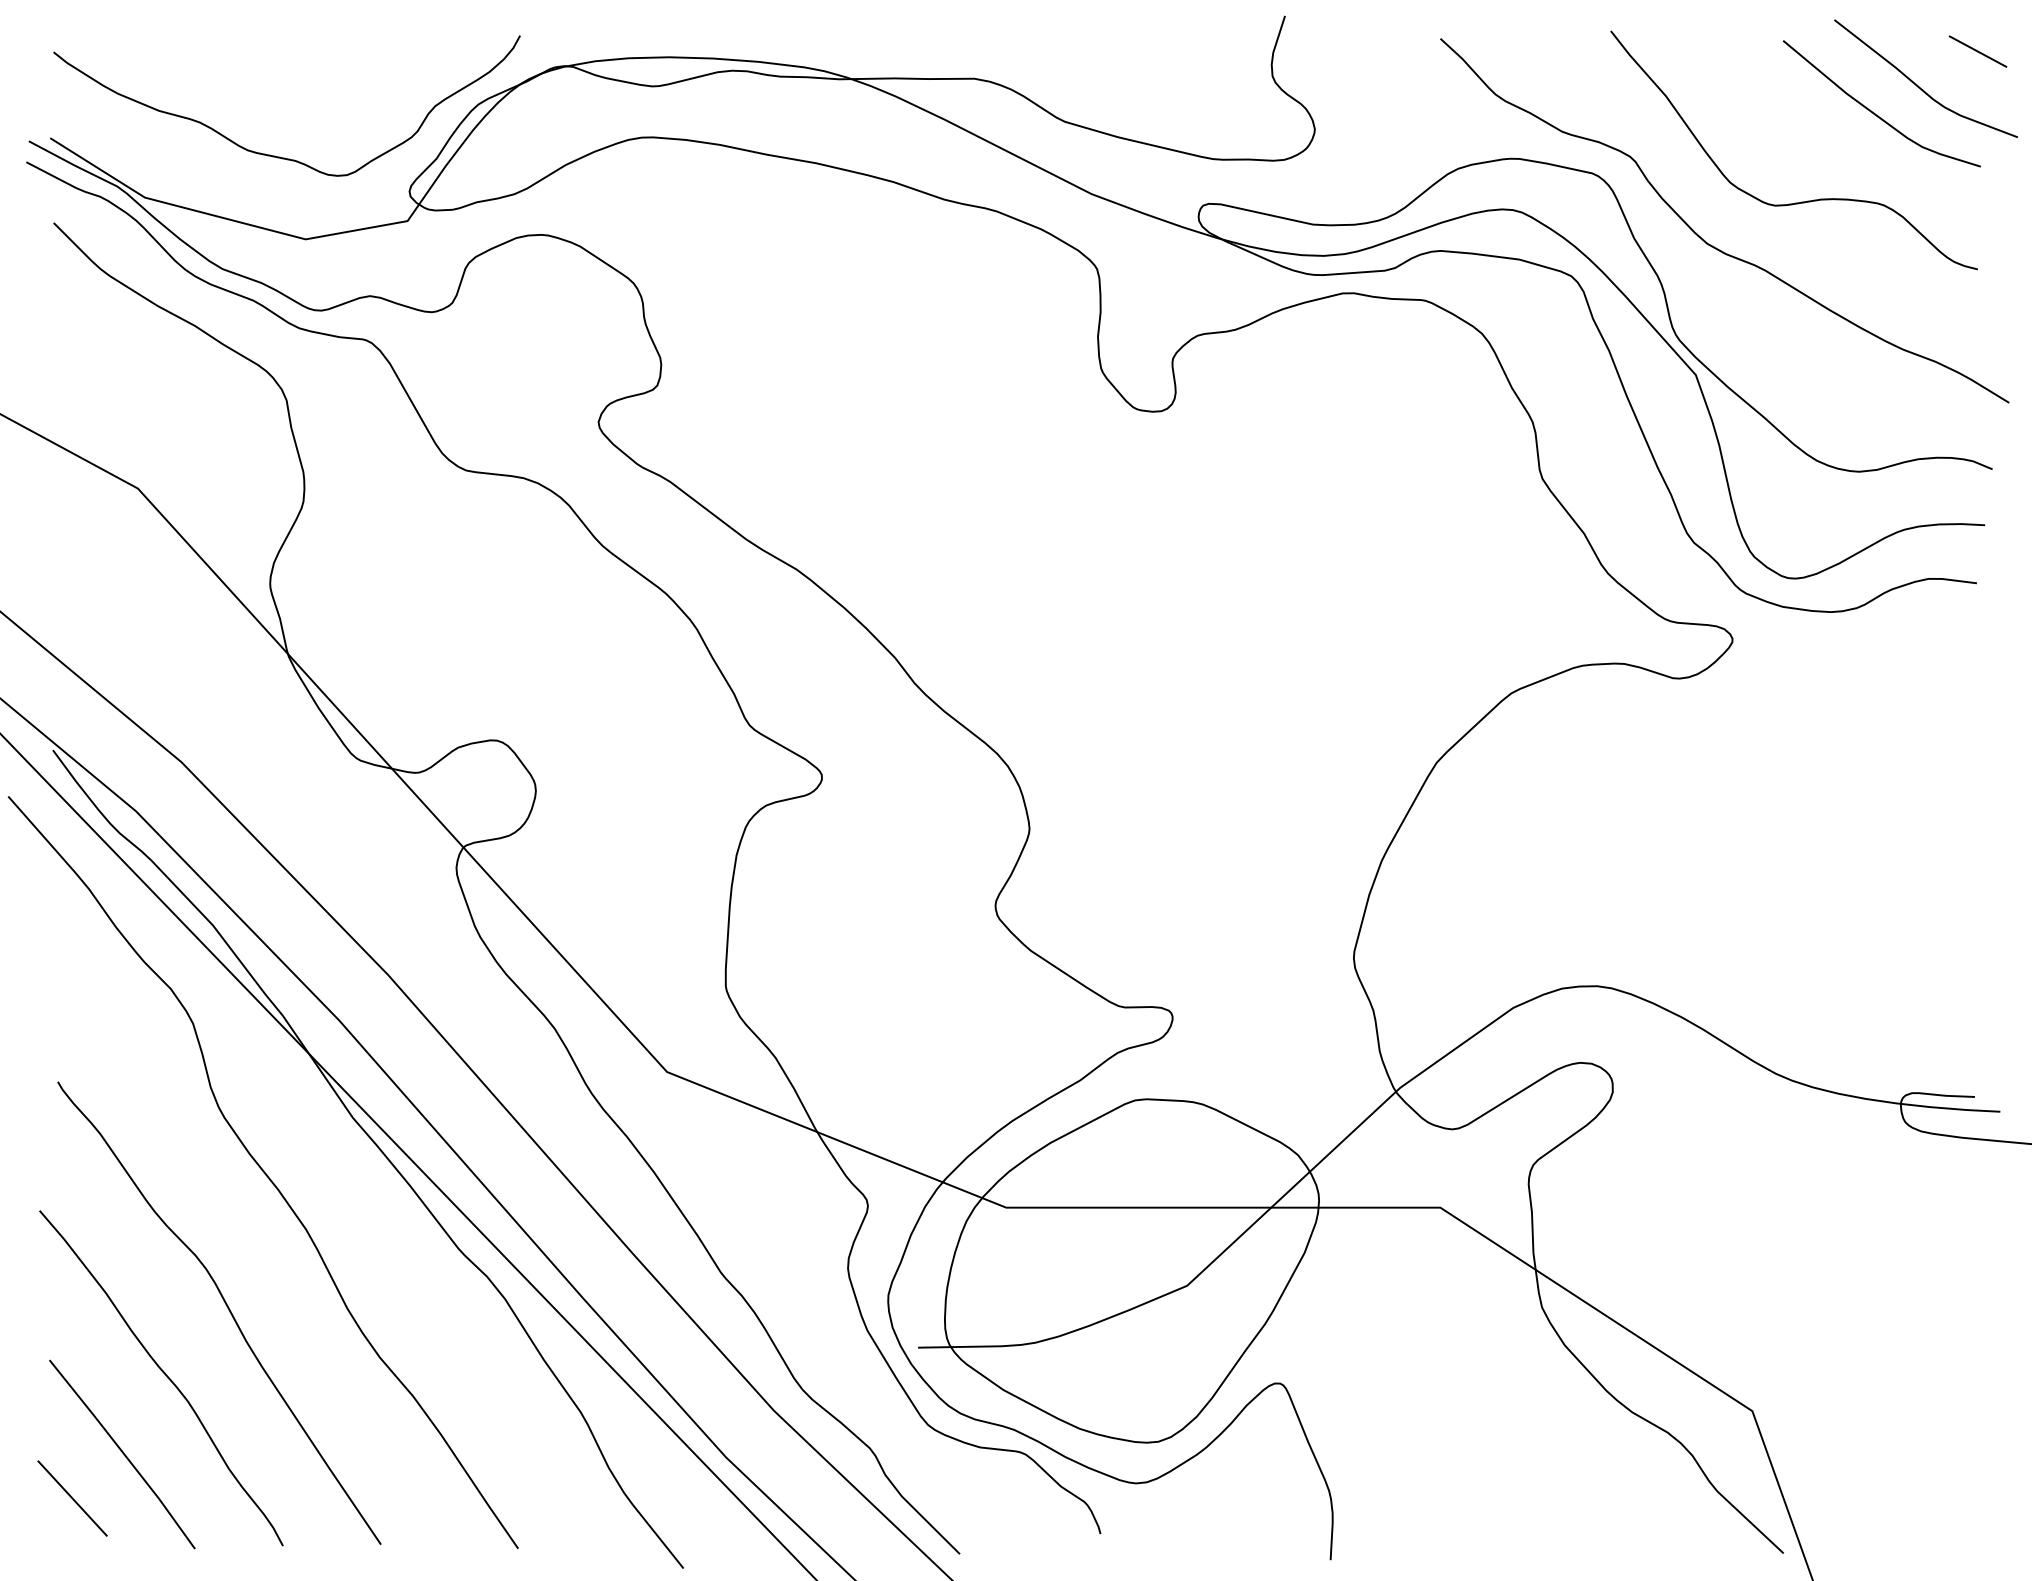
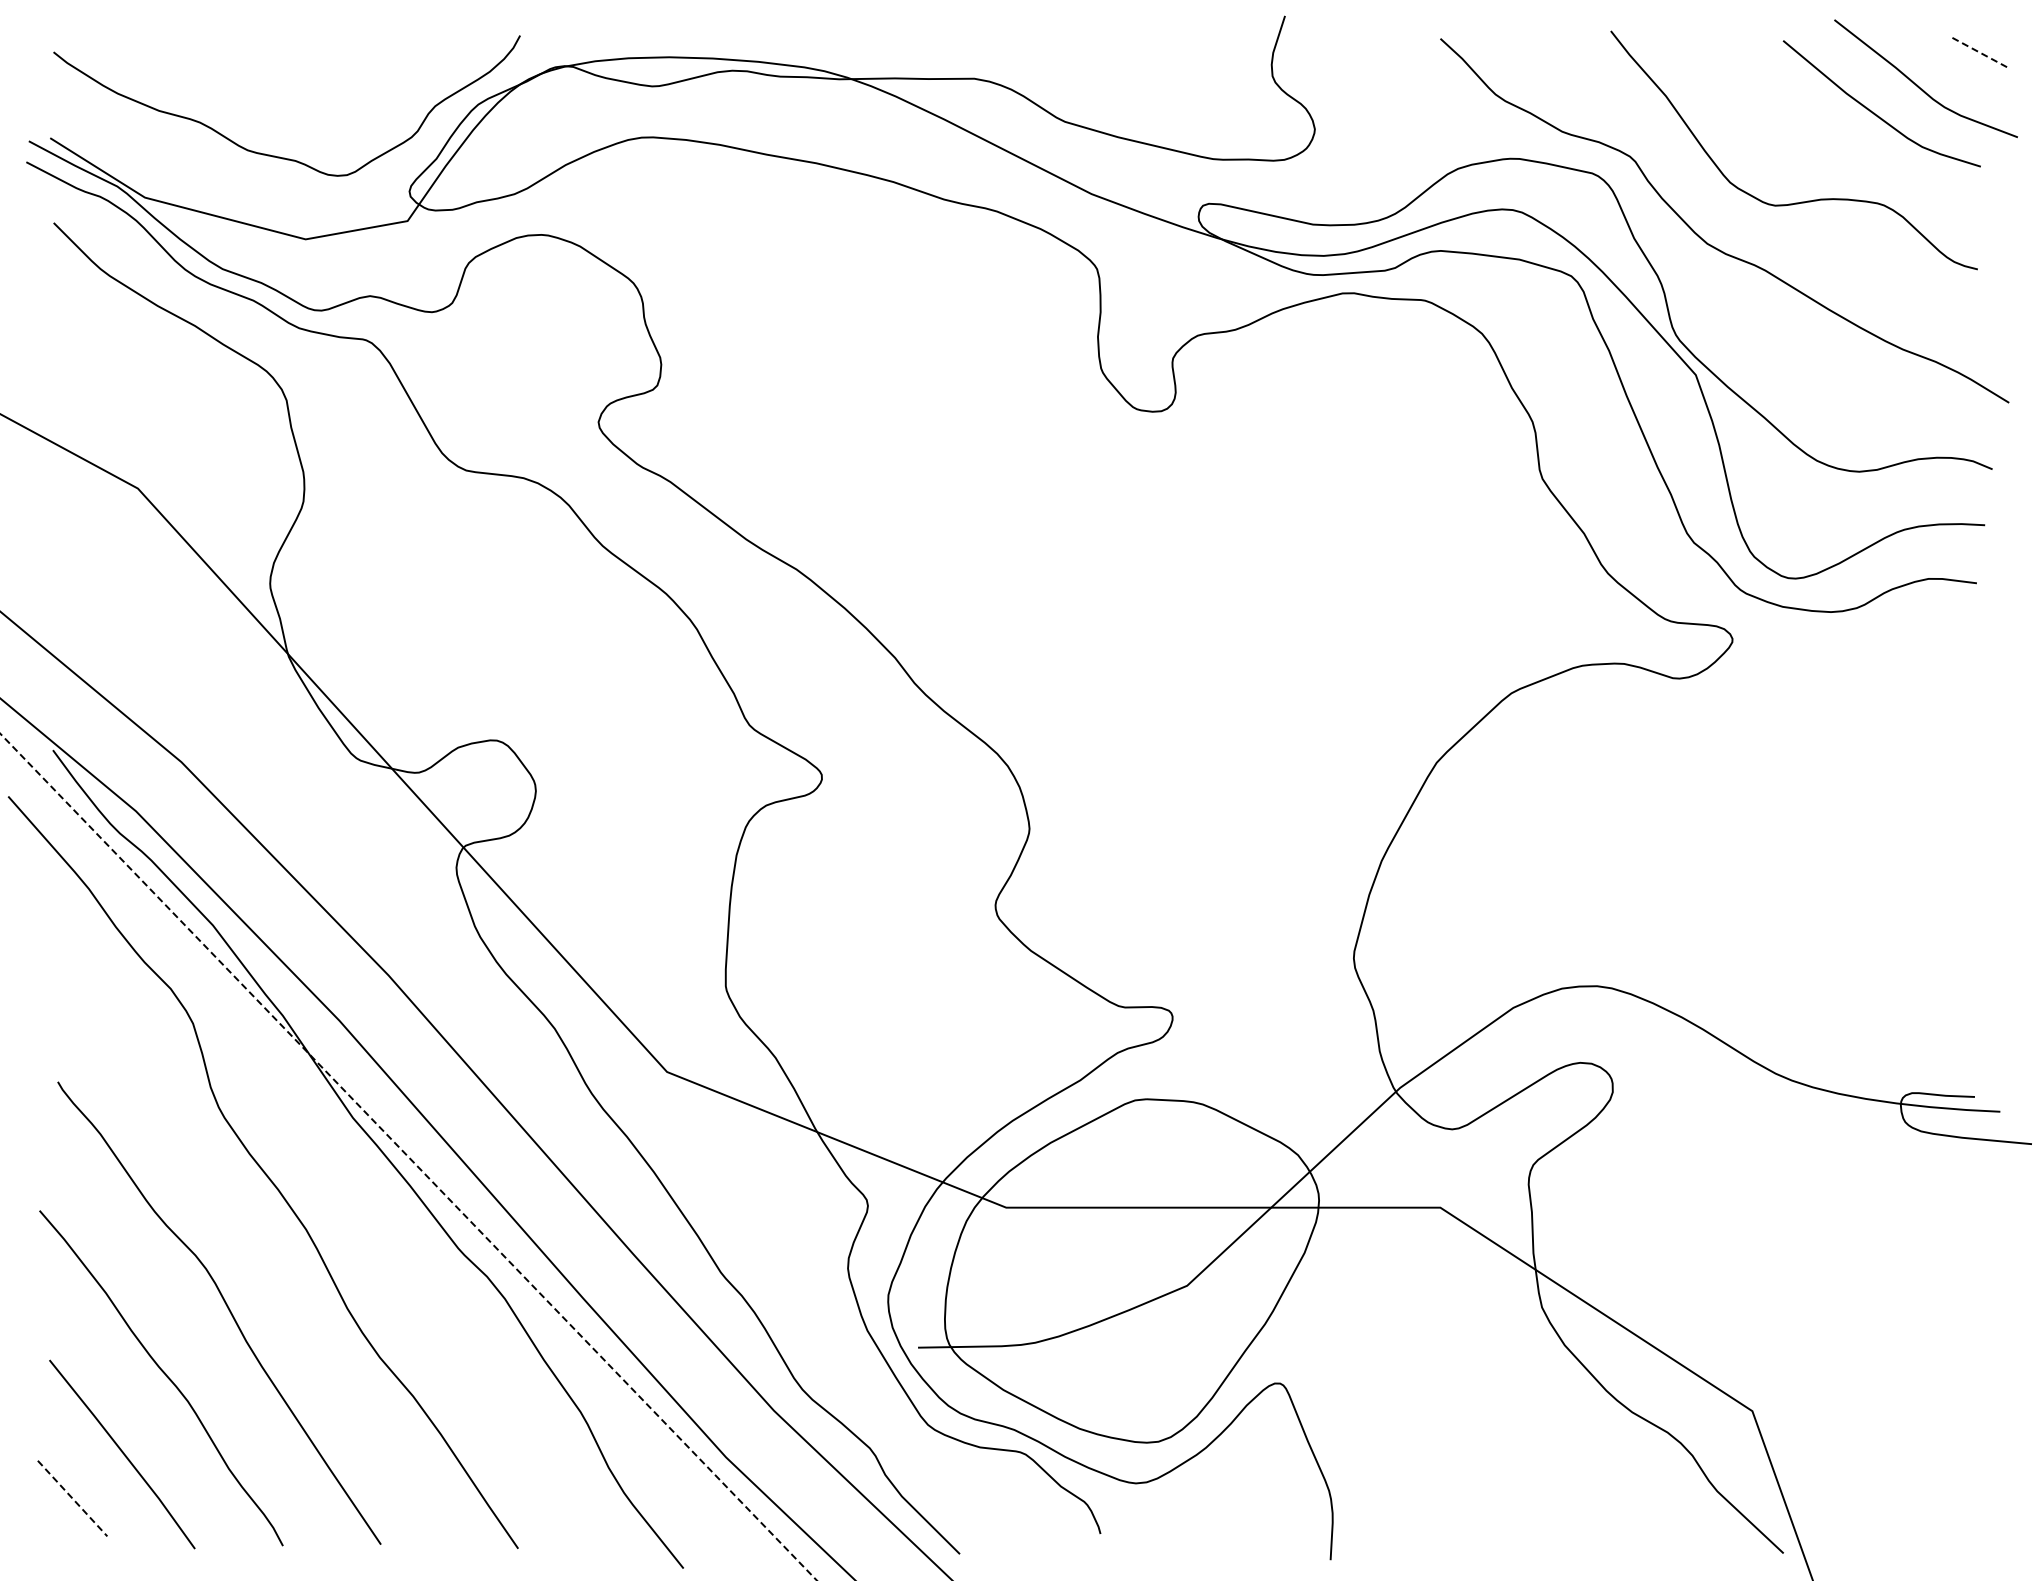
line at (1978, 51): solid -> dashed
line at (408, 1157): solid -> dashed
line at (72, 1498): solid -> dashed
